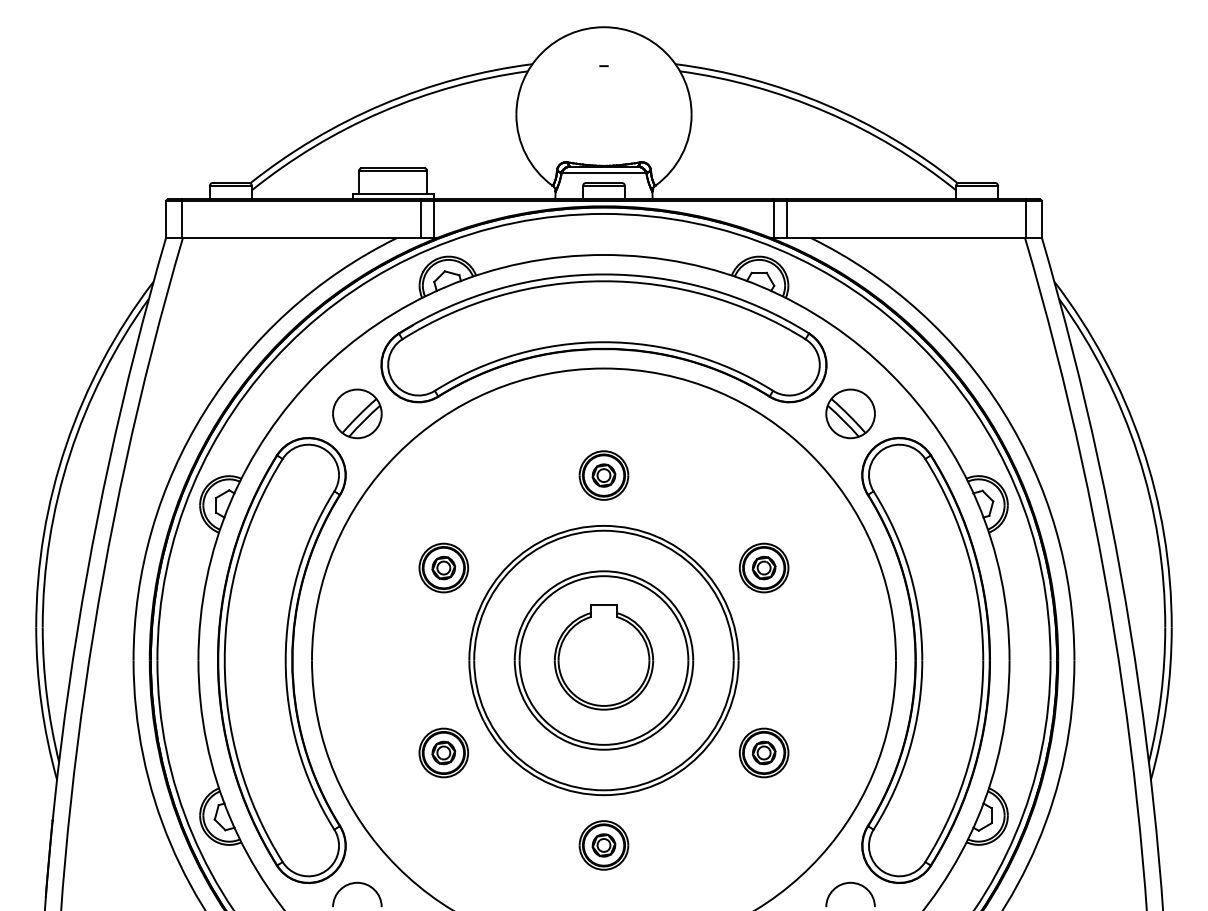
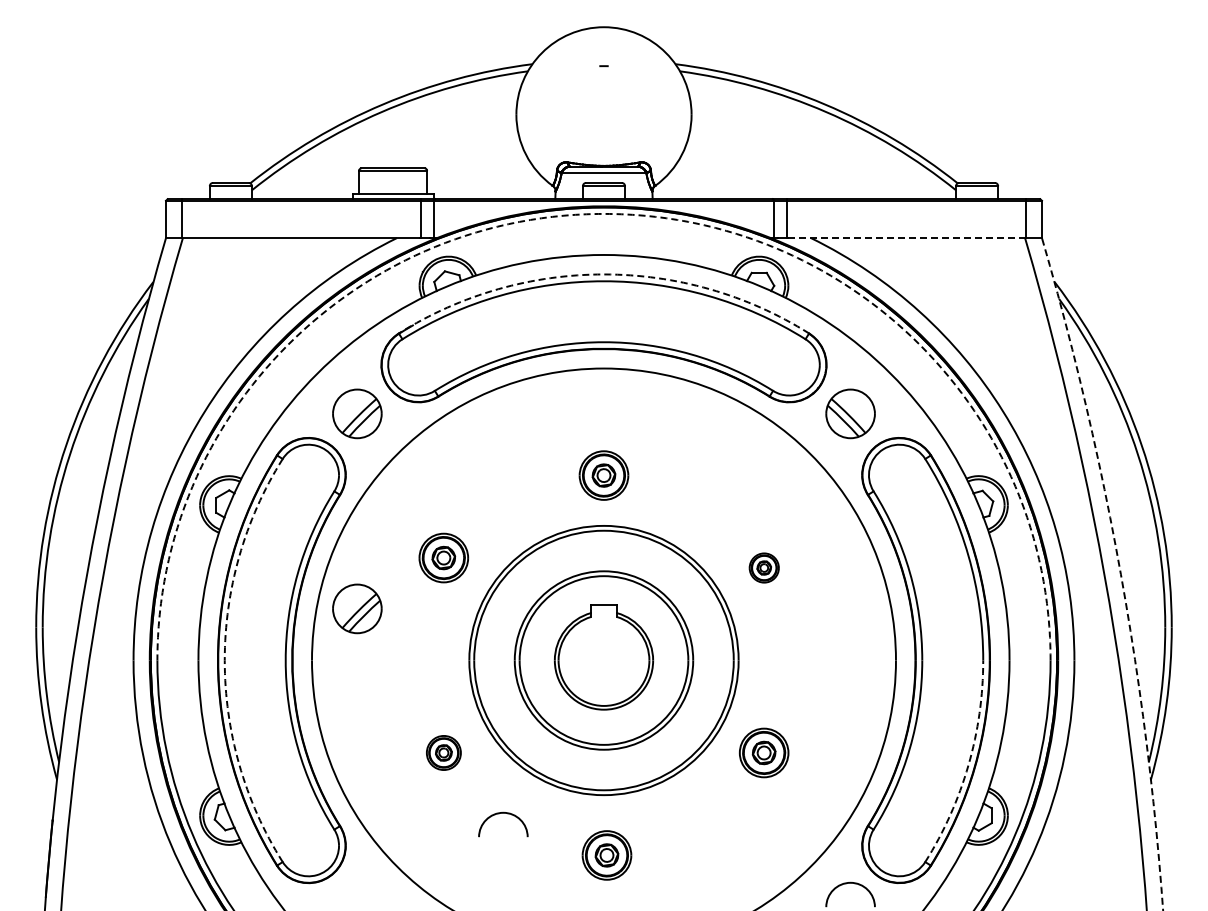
arc at (603, 213): solid -> dashed
line at (906, 238): solid -> dashed
arc at (603, 274): solid -> dashed
part at (443, 567) position: (443, 567) -> (443, 557)
part at (764, 567) size: 51x52 px -> 32x32 px
arc at (1120, 571): solid -> dashed
part at (357, 608): none -> present
arc at (224, 660): solid -> dashed
part at (443, 752) size: 52x52 px -> 36x36 px
arc at (968, 765): solid -> dashed
part at (603, 845) position: (603, 845) -> (606, 855)
arc at (353, 884) position: (353, 884) -> (499, 814)
